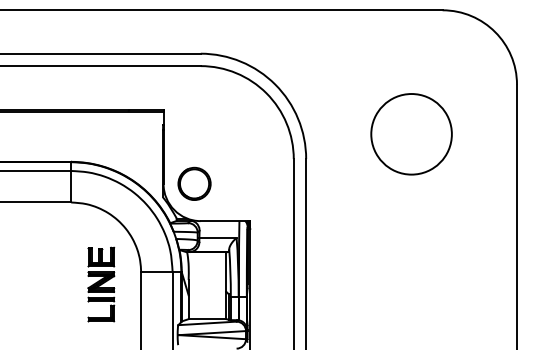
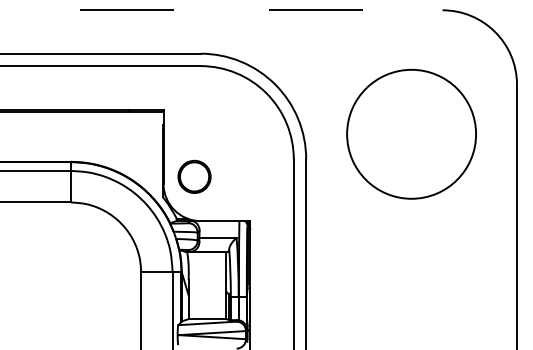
line at (221, 10): solid -> dashed
circle at (411, 134) diameter: 81 px -> 129 px
part at (194, 183) position: (194, 183) -> (194, 176)
part at (101, 284): present -> none
